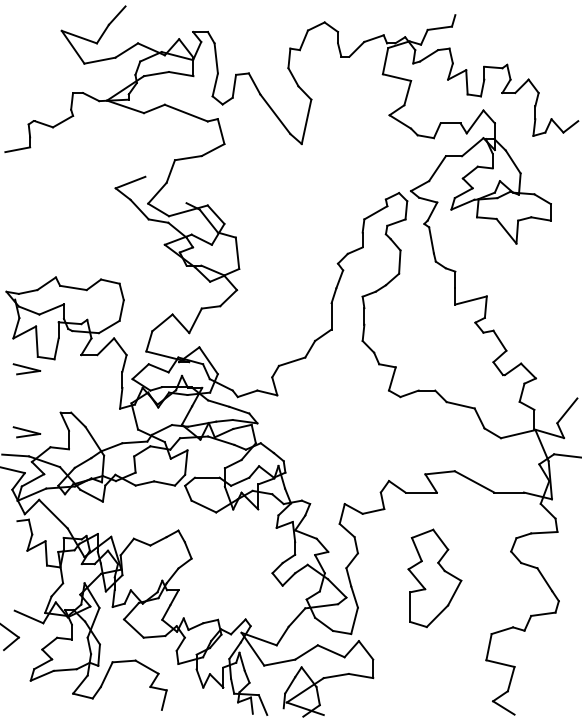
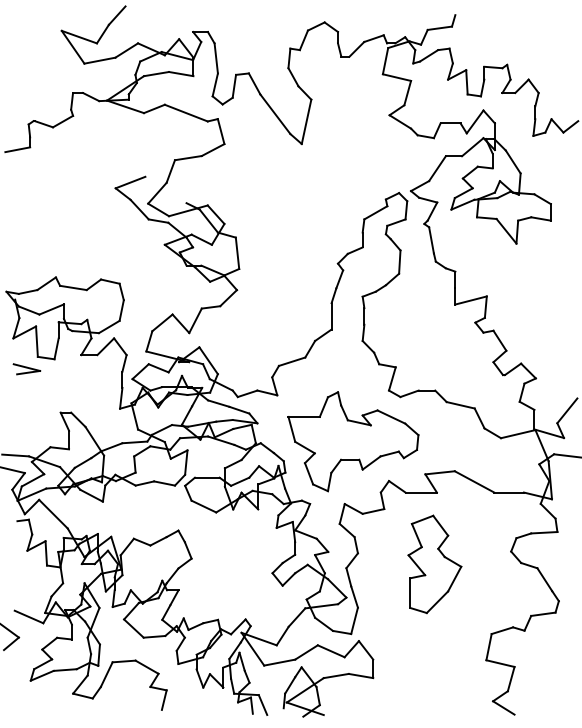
part at (26, 432): present -> none
part at (353, 441): none -> present
part at (434, 578) position: (434, 578) -> (434, 564)
